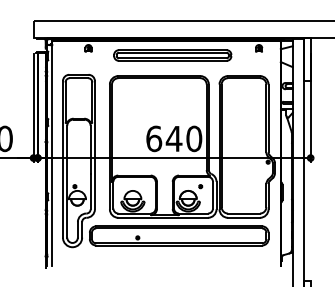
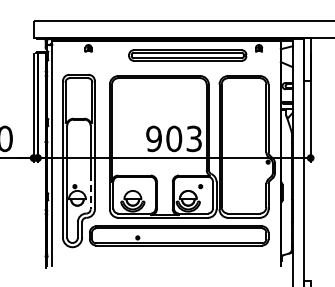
part at (172, 55) position: (172, 55) -> (187, 55)
text at (174, 138): 640 -> 903
line at (90, 191): solid -> dashed
